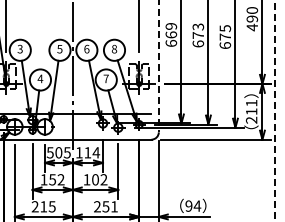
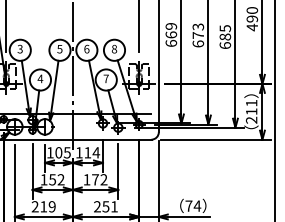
text at (225, 36): 675 -> 685
line at (158, 66): dashed -> solid
line at (274, 111): dashed -> solid
text at (49, 152): 505 -> 105
text at (95, 179): 102 -> 172
text at (188, 205): 94 -> 74
text at (51, 206): 215 -> 219
